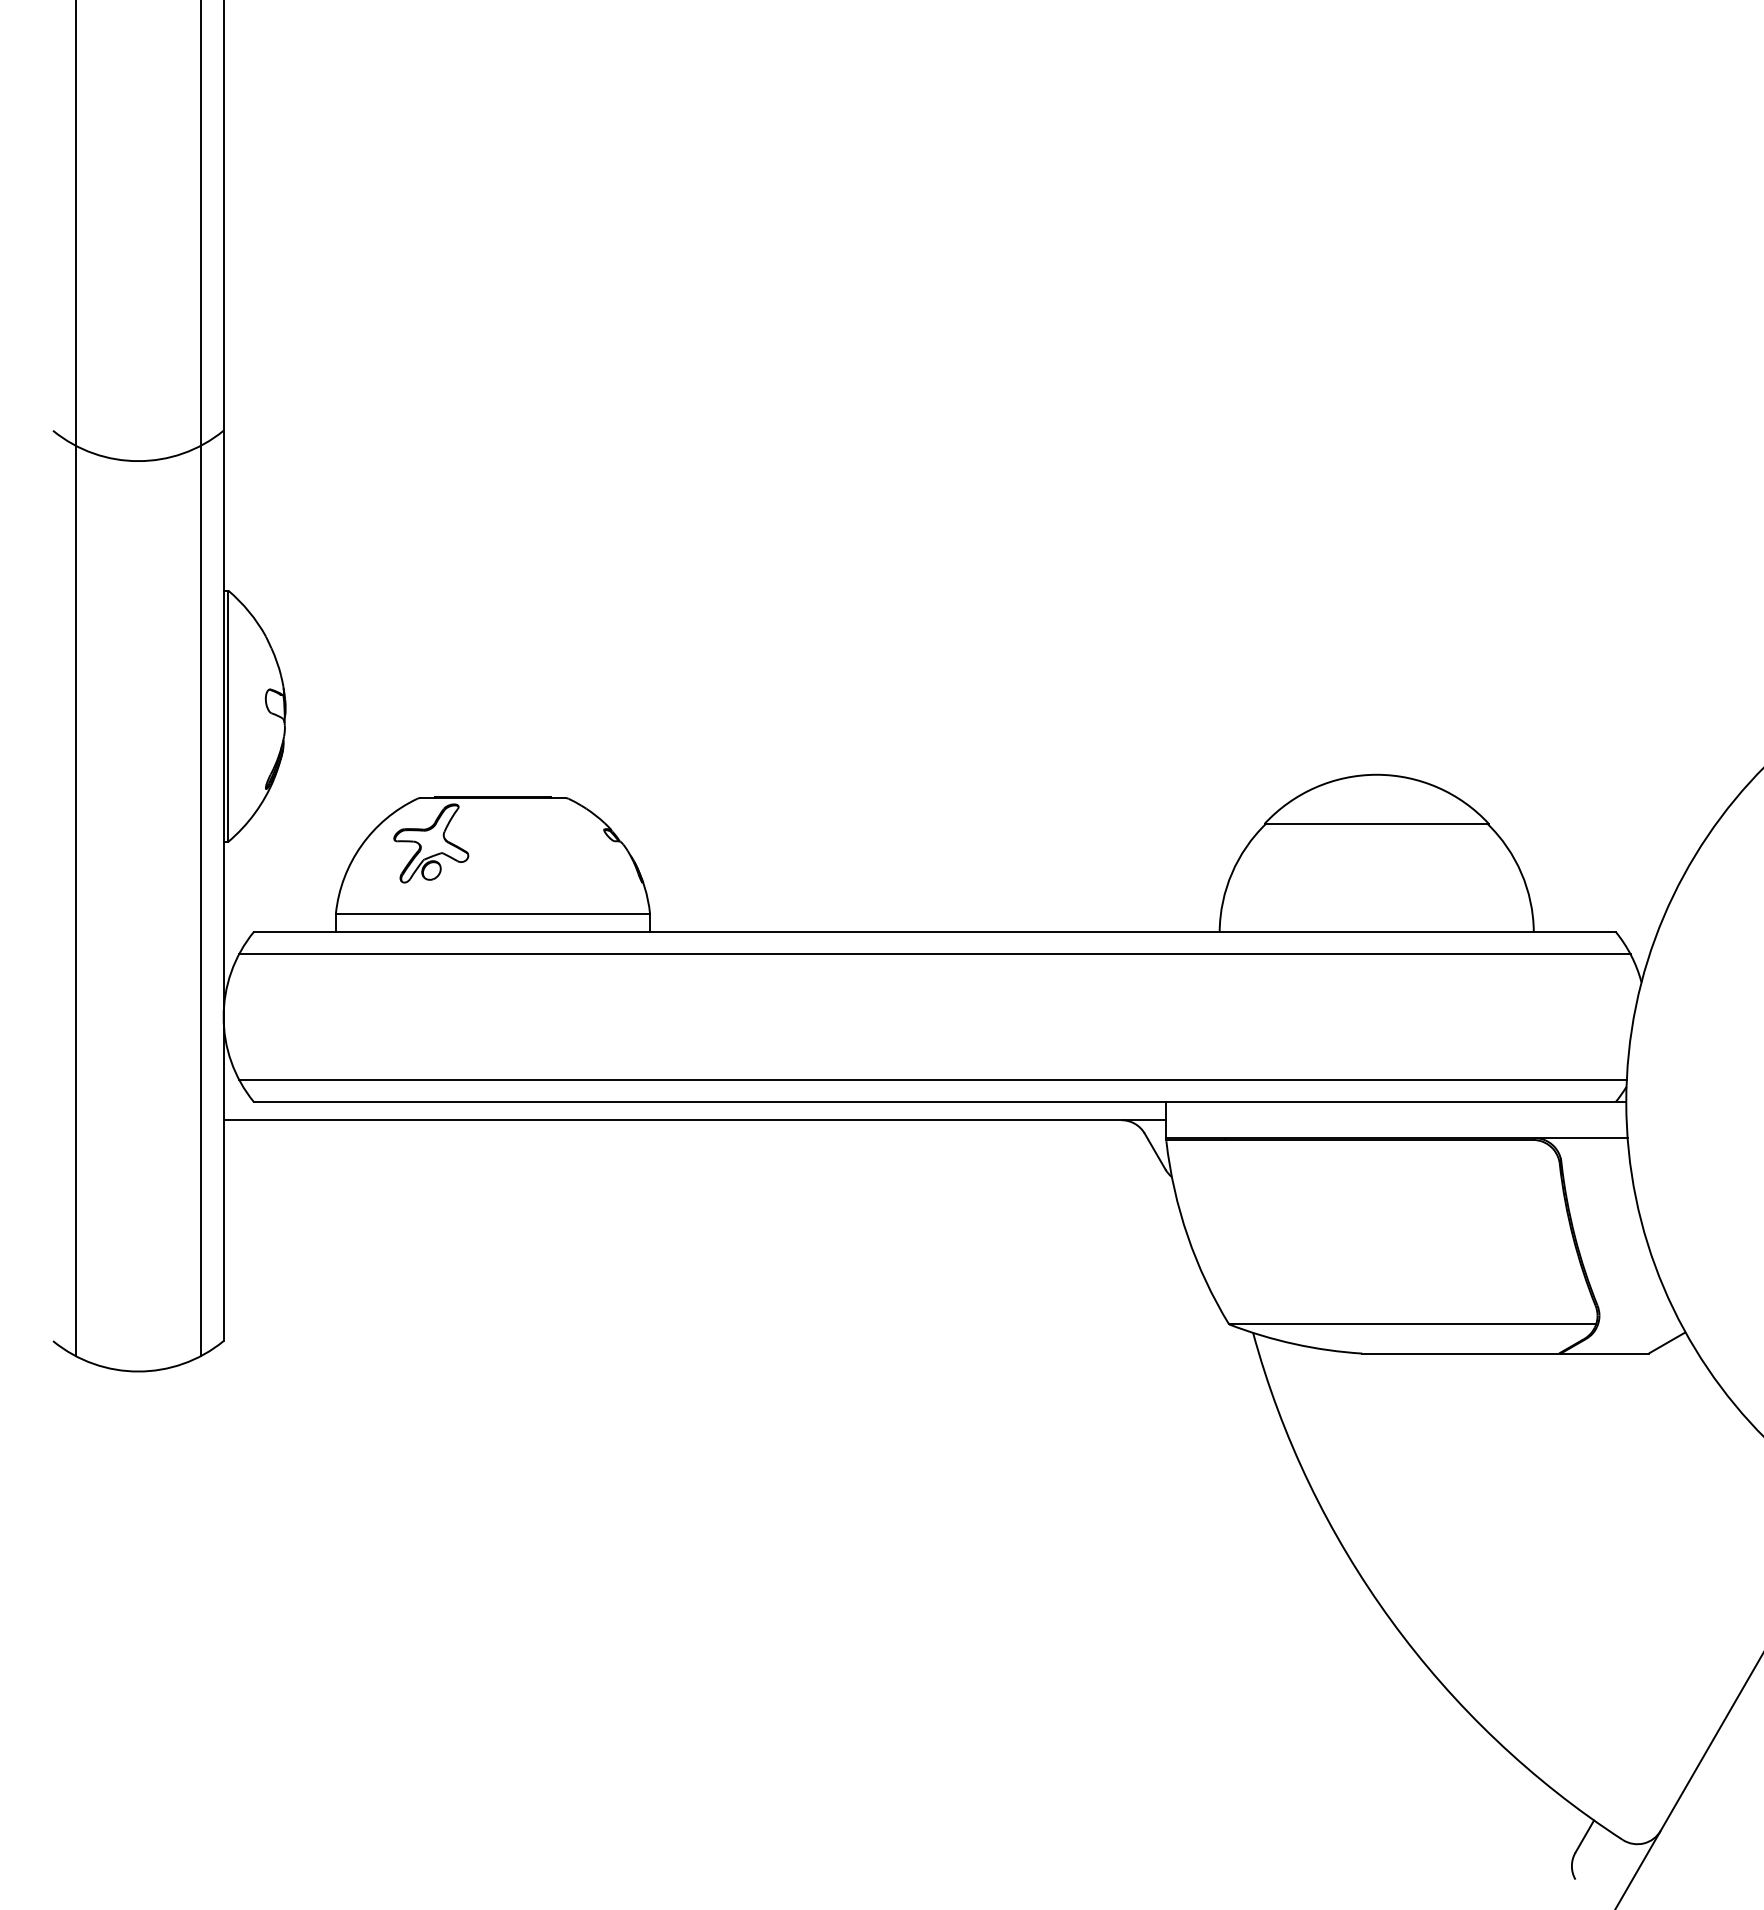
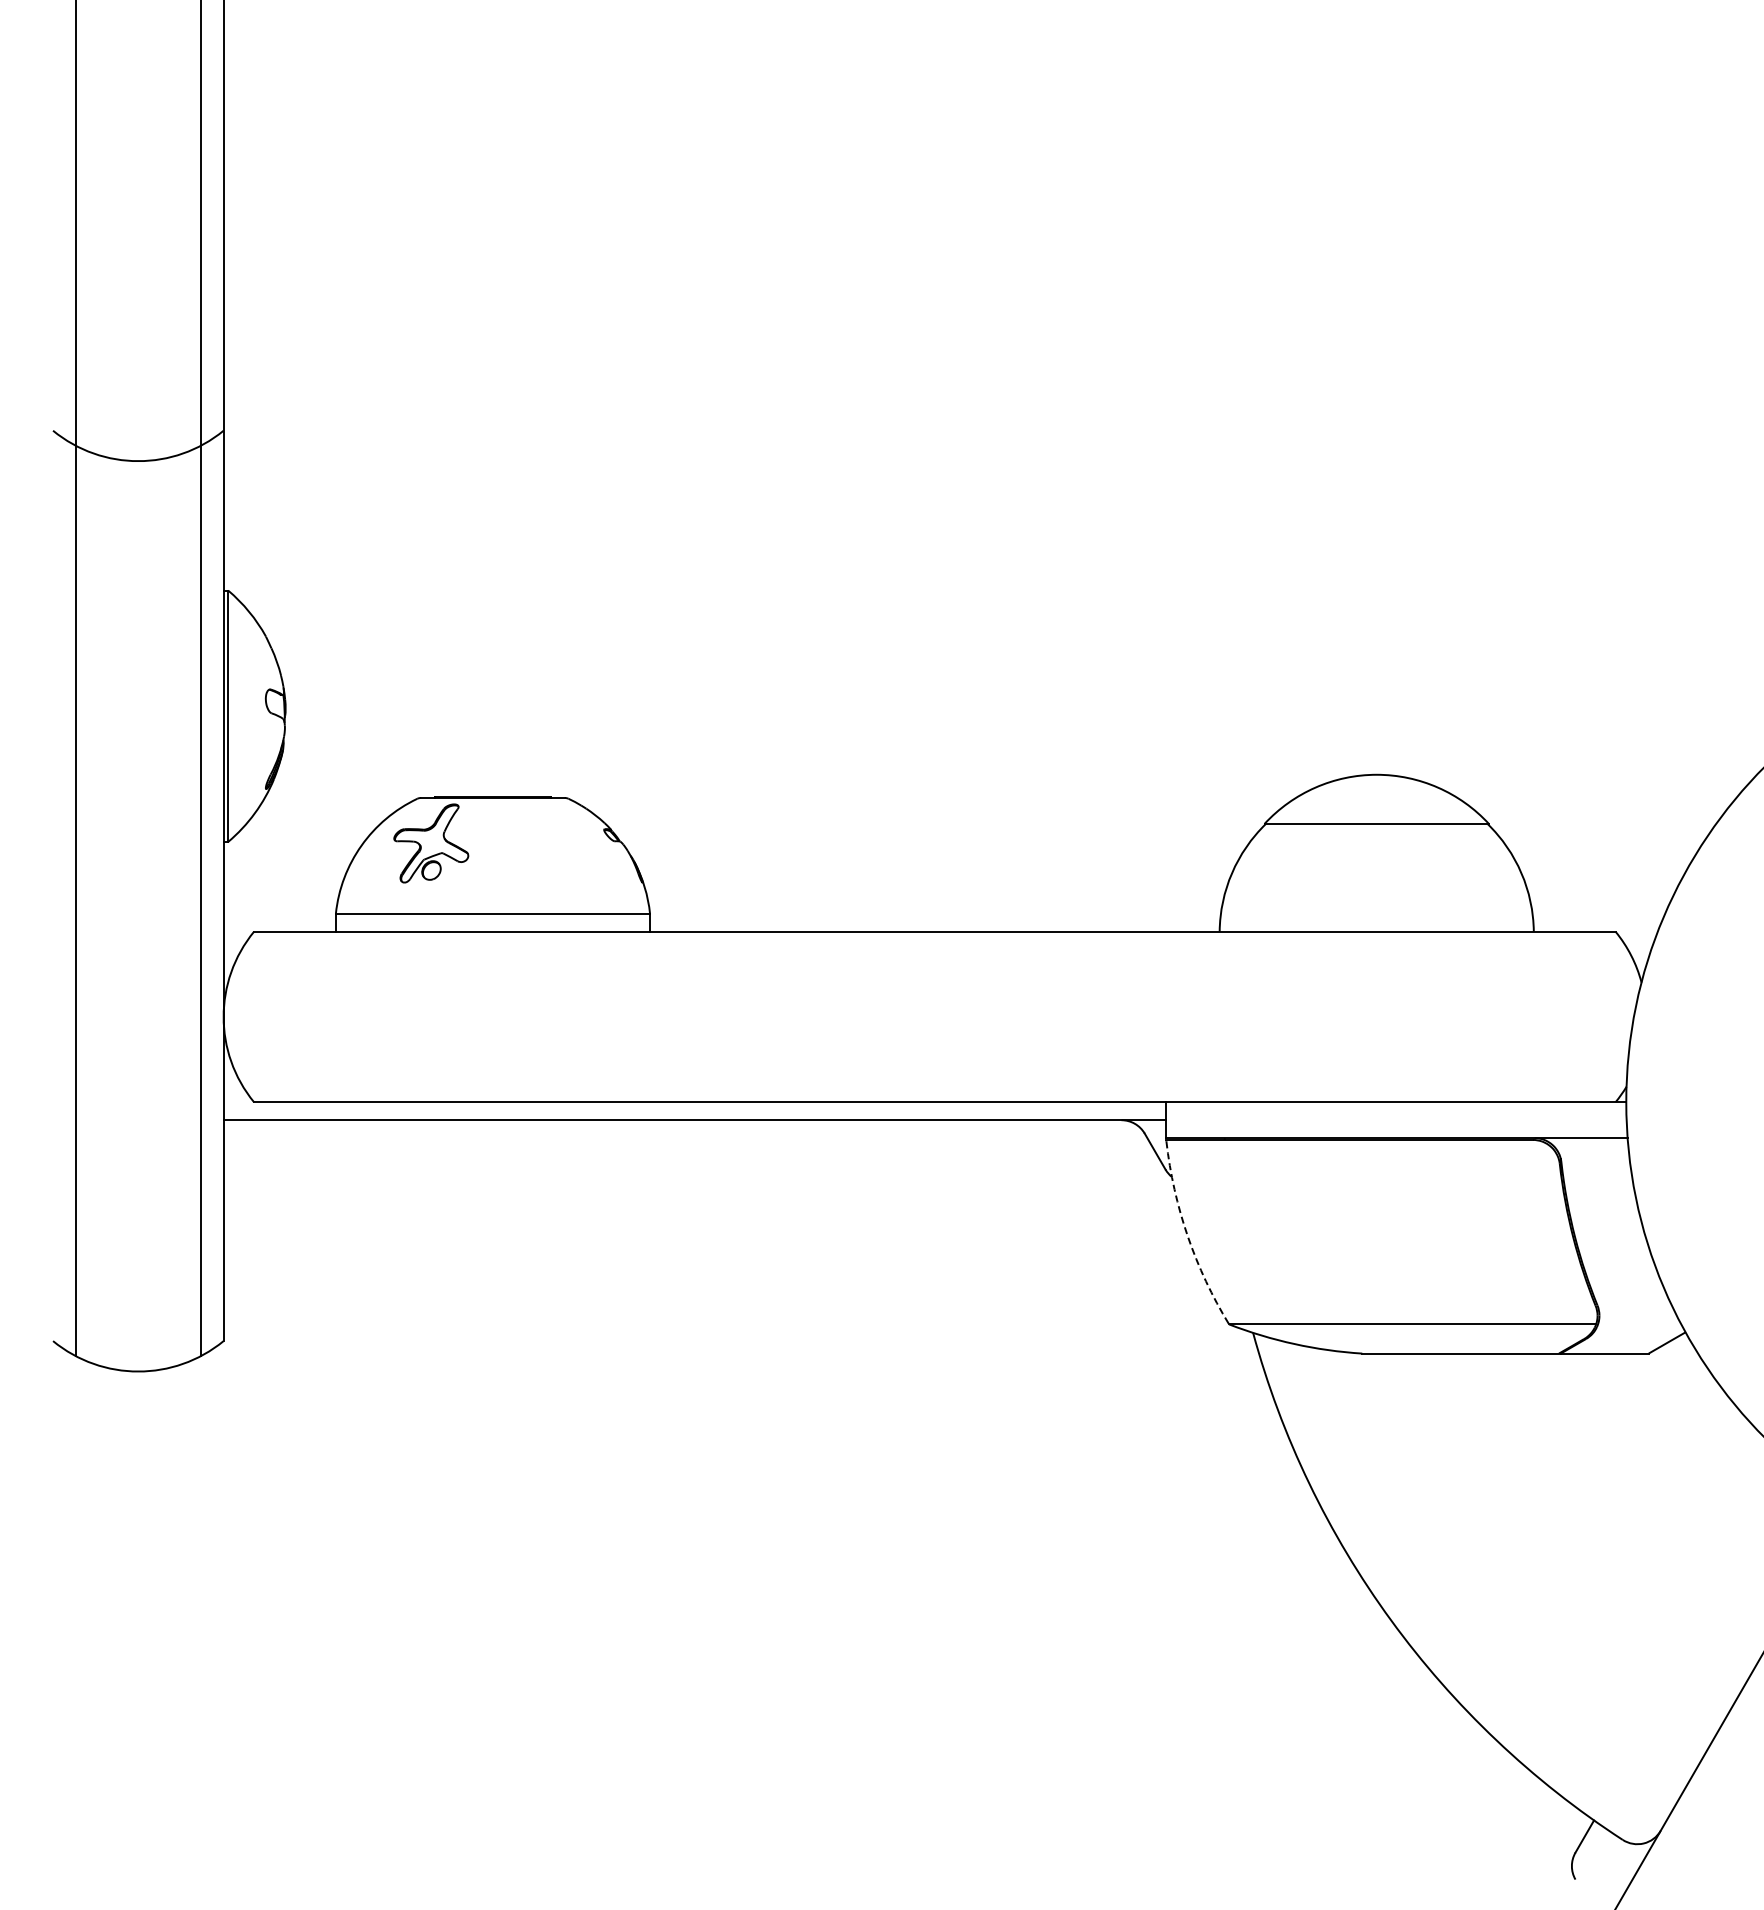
line at (934, 954): present -> none
line at (932, 1079): present -> none
arc at (1187, 1236): solid -> dashed
